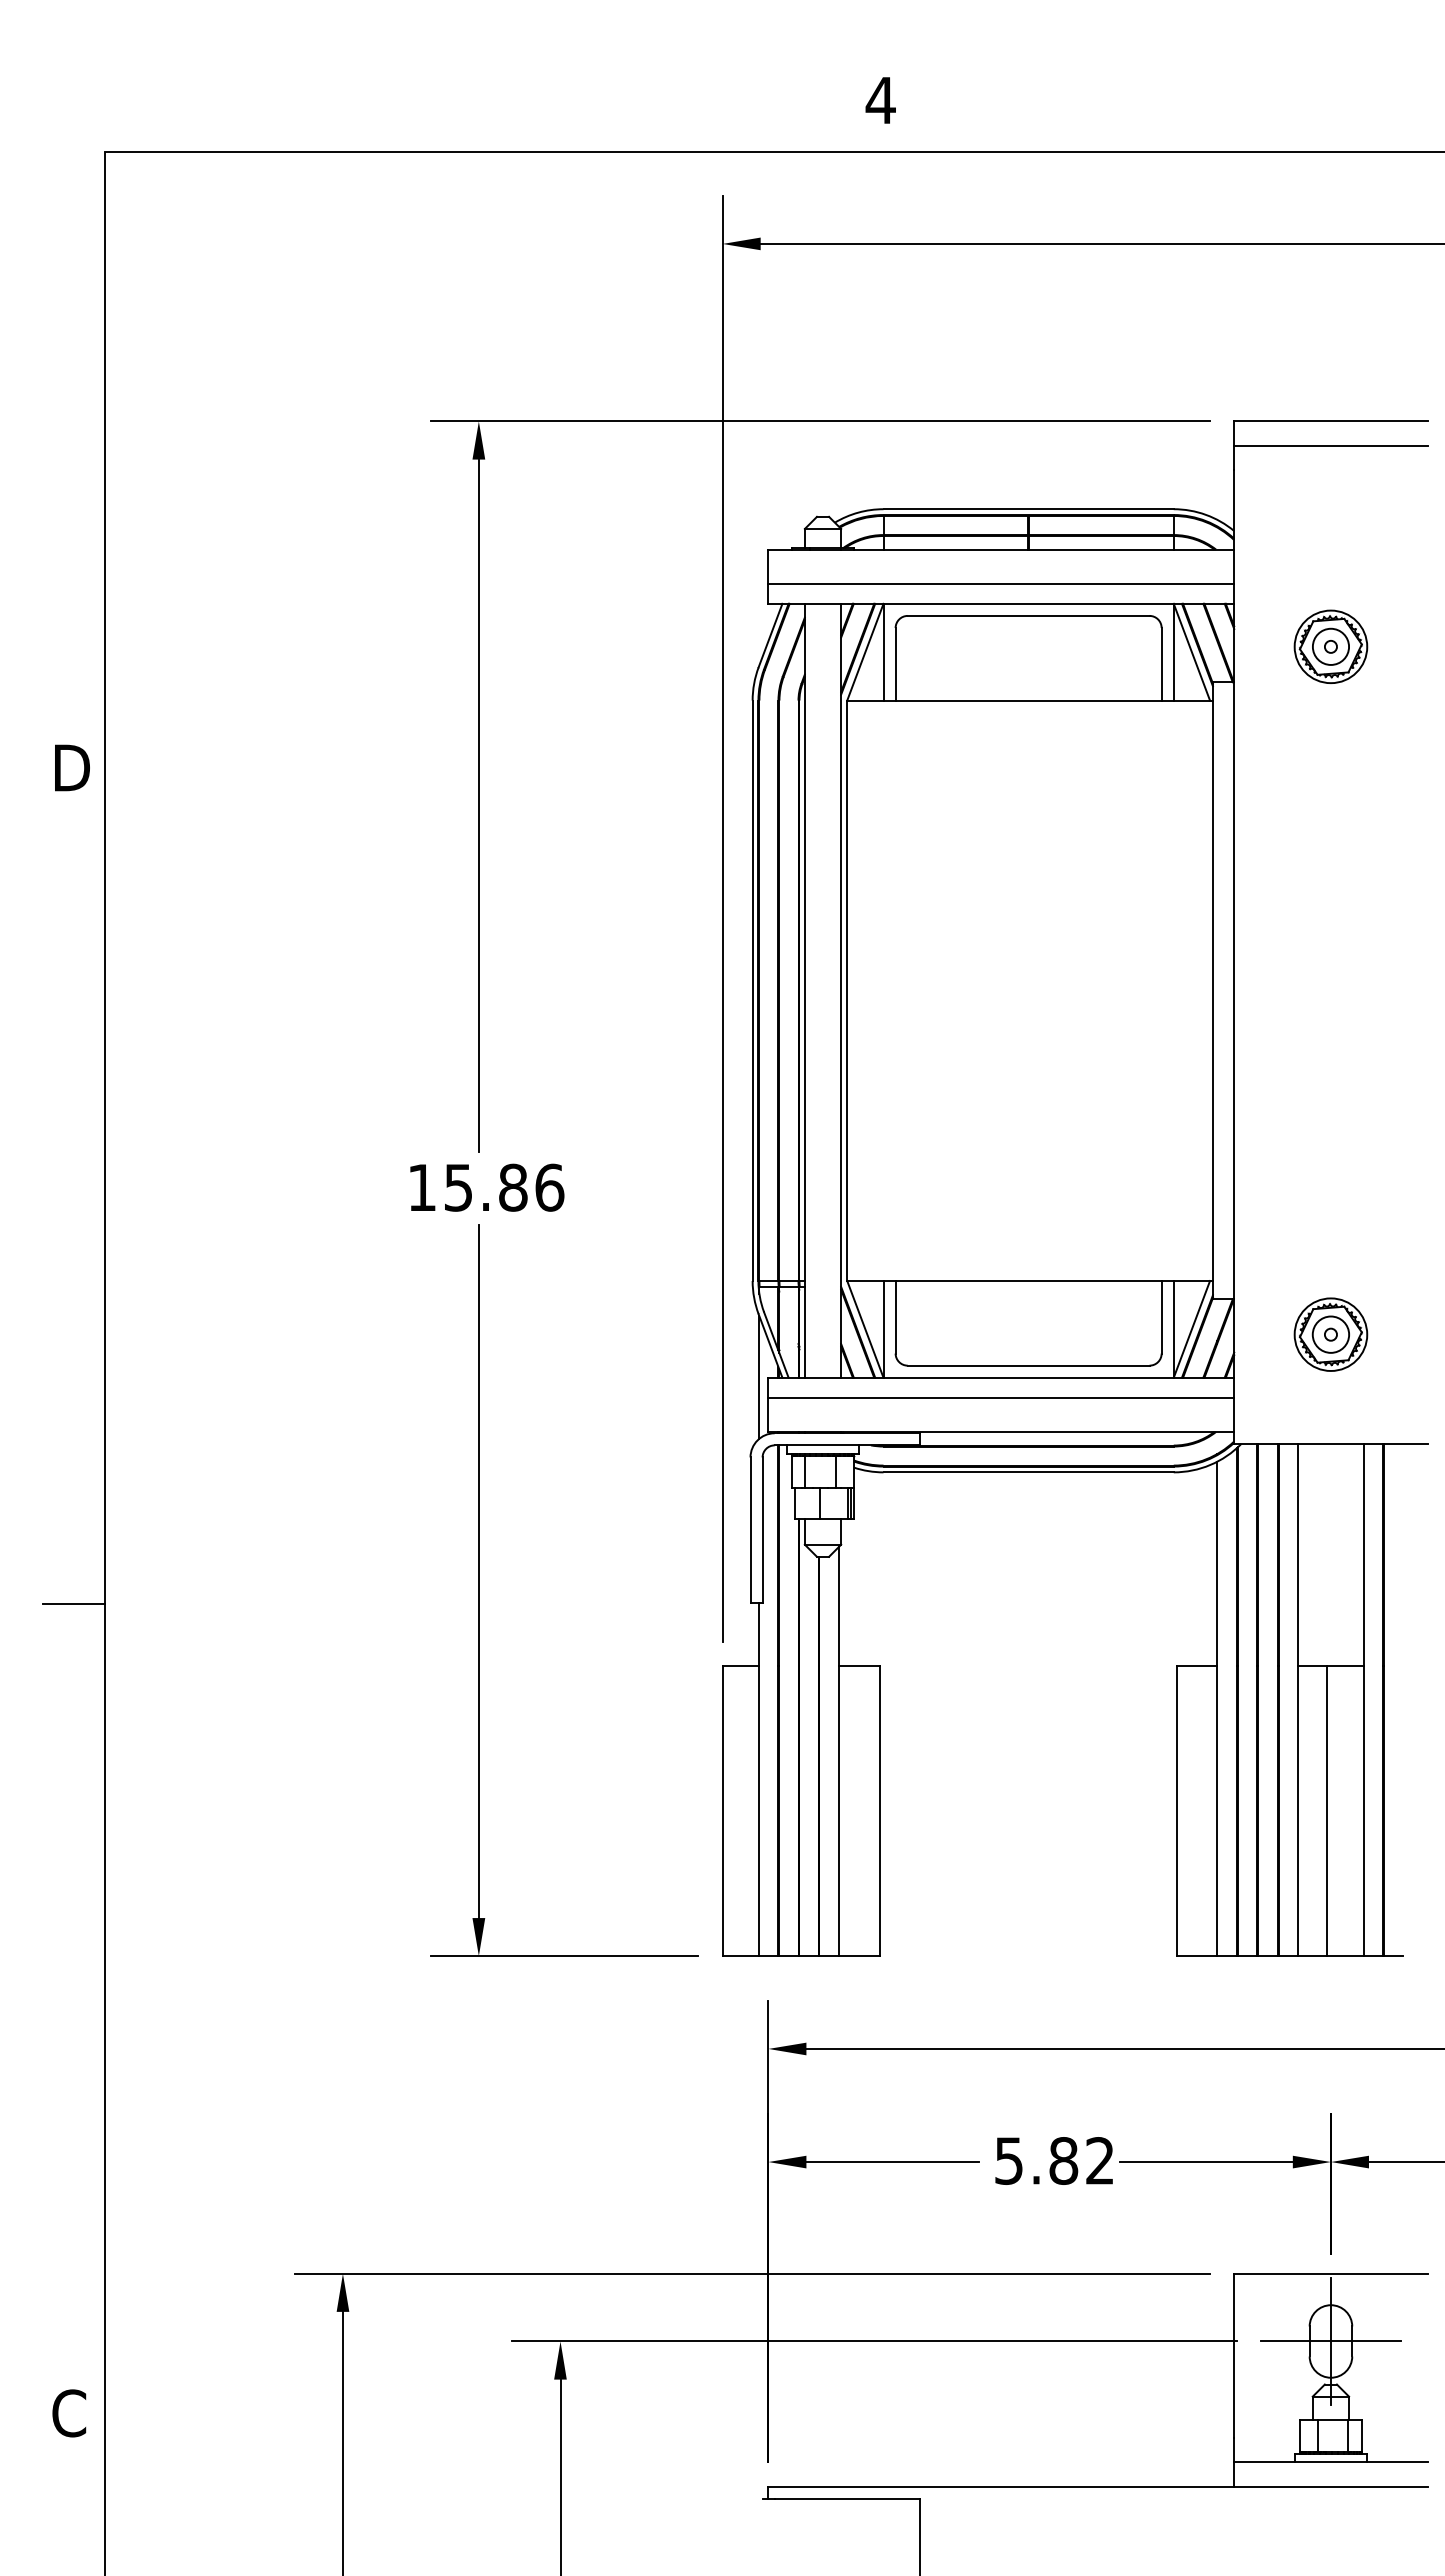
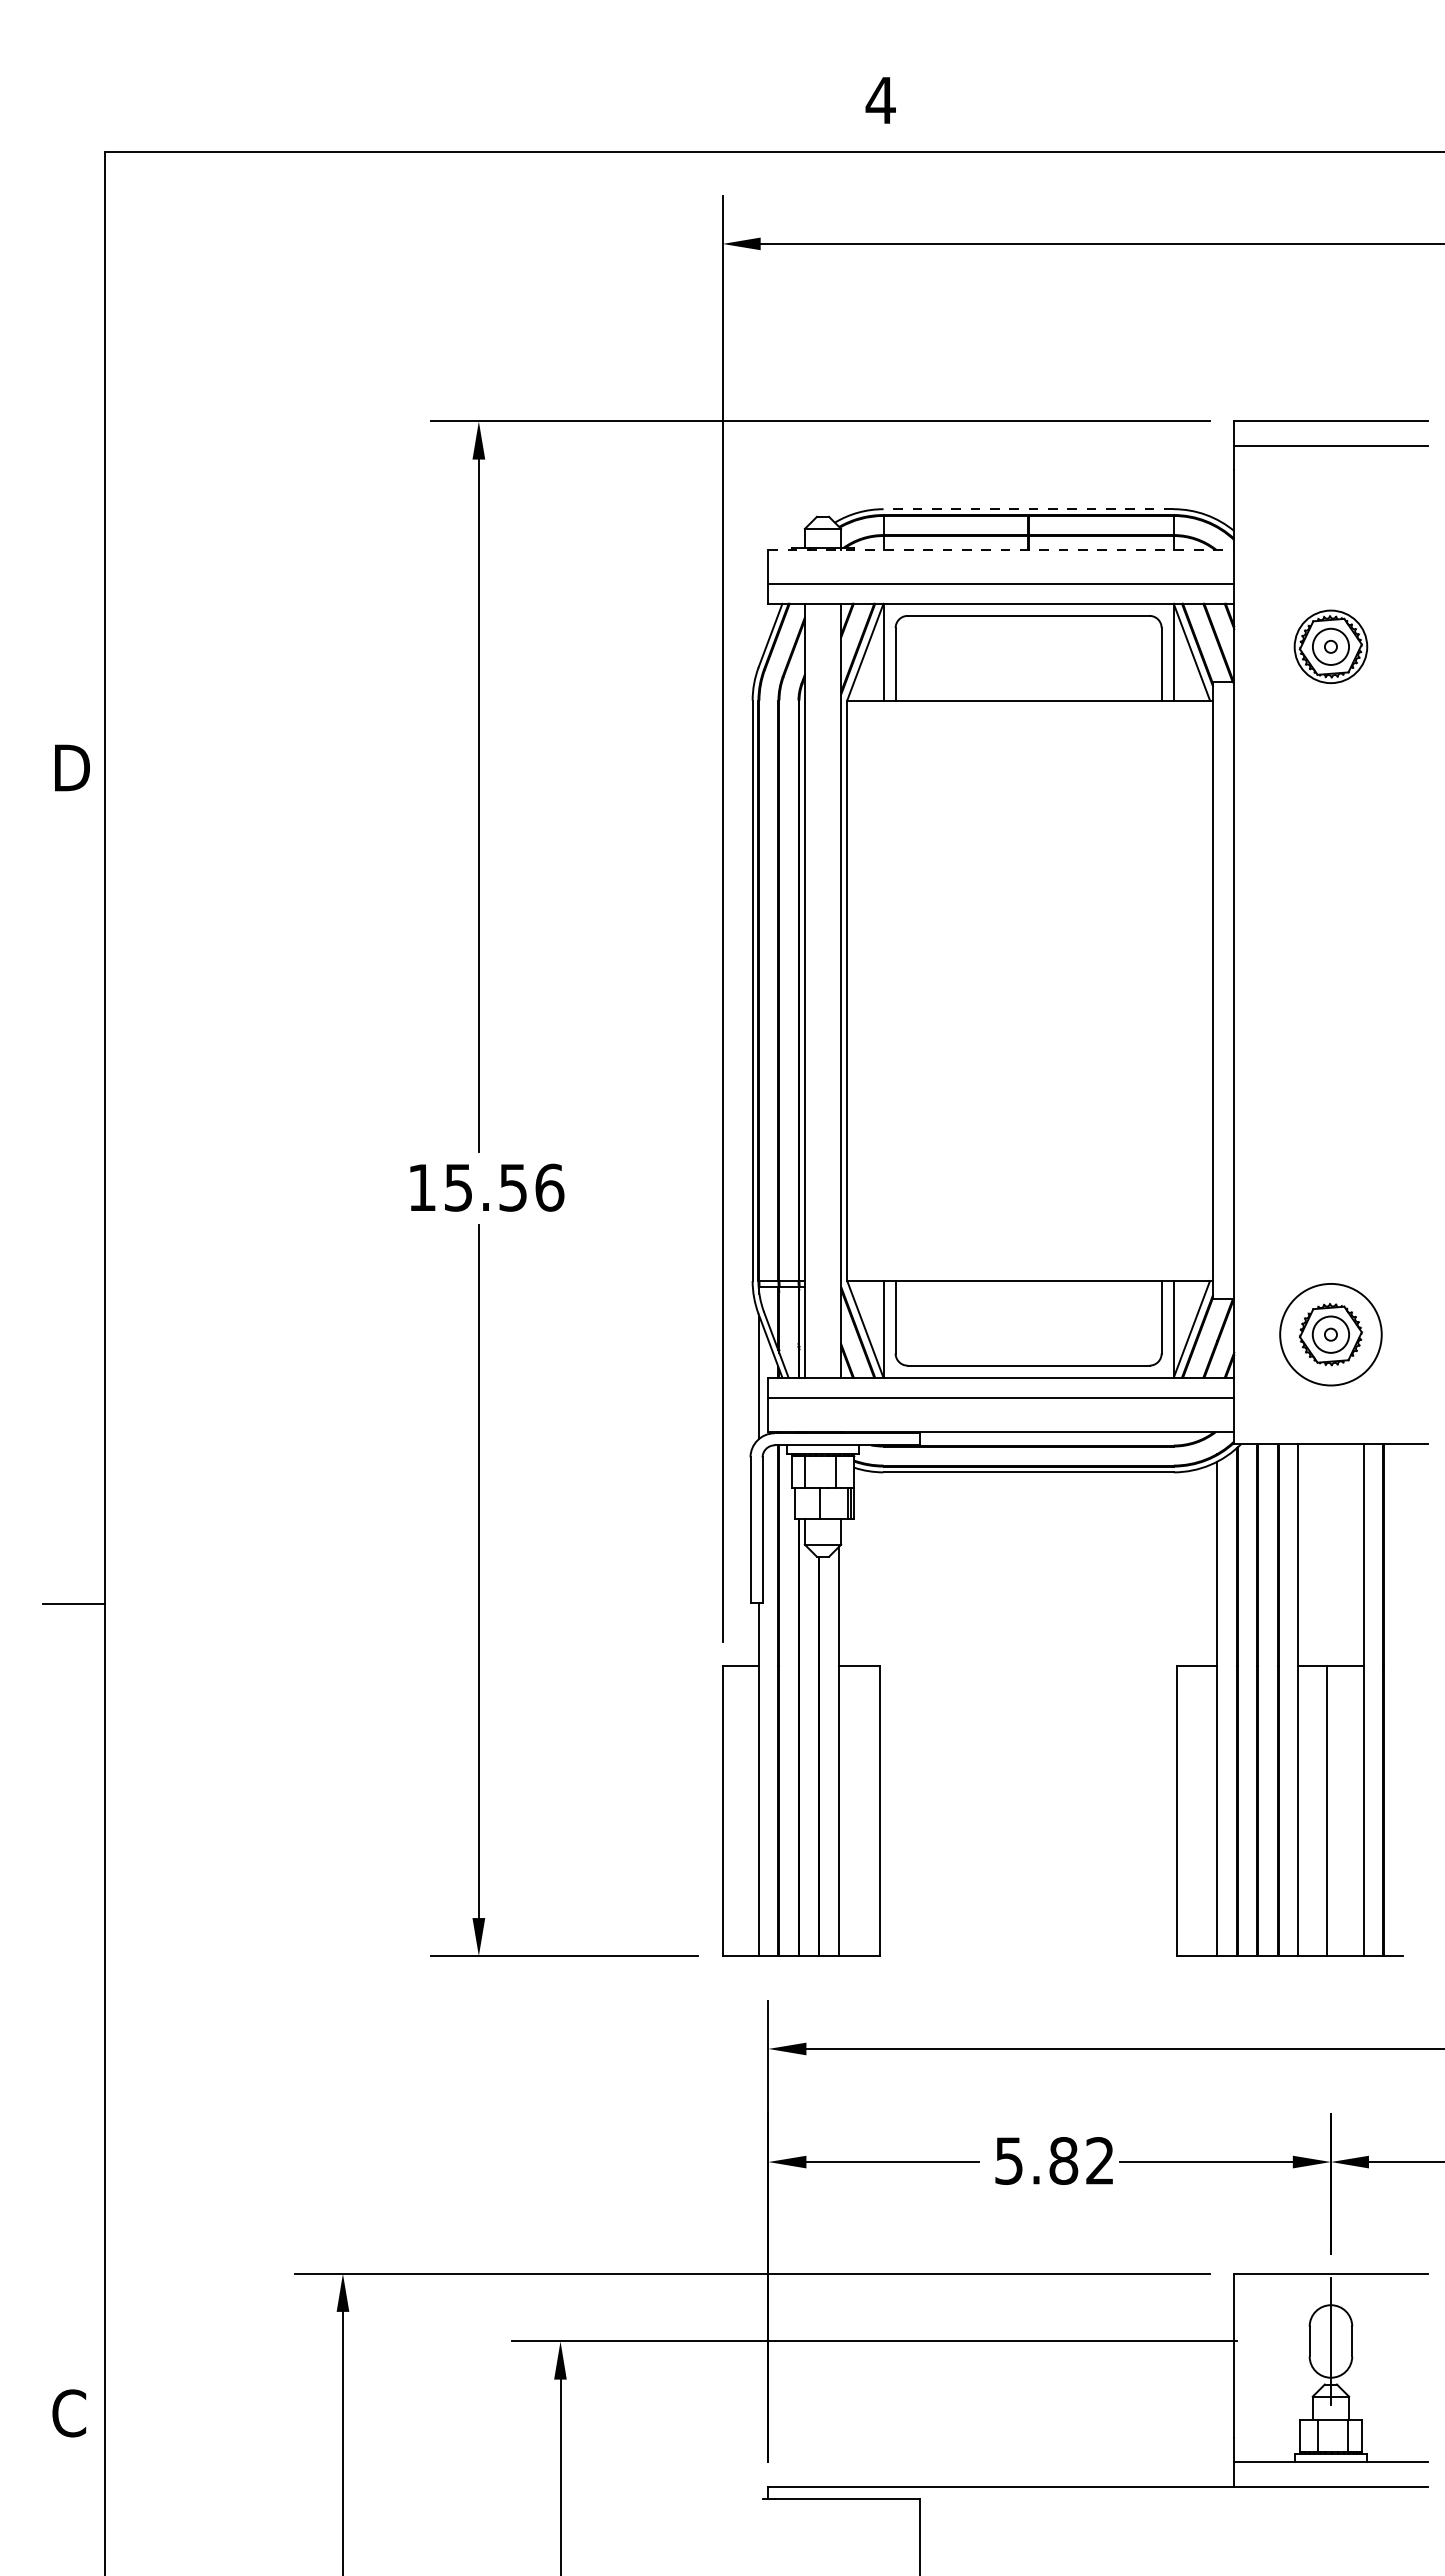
line at (1028, 509): solid -> dashed
line at (1001, 549): solid -> dashed
text at (513, 1187): 15.86 -> 15.56
circle at (1330, 1334) diameter: 73 px -> 102 px
line at (1330, 2341): present -> none
